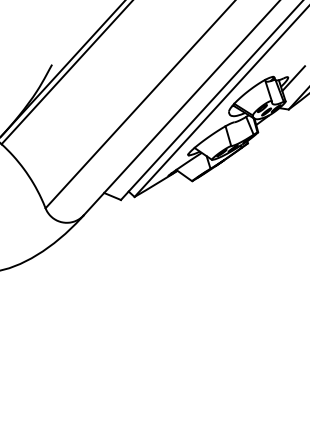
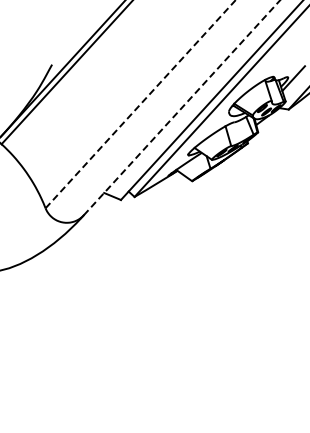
line at (140, 104): solid -> dashed
line at (182, 107): solid -> dashed
